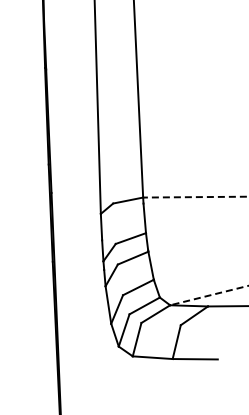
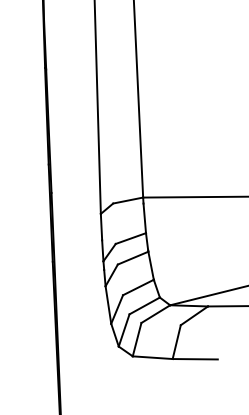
line at (196, 197): dashed -> solid
line at (208, 295): dashed -> solid
